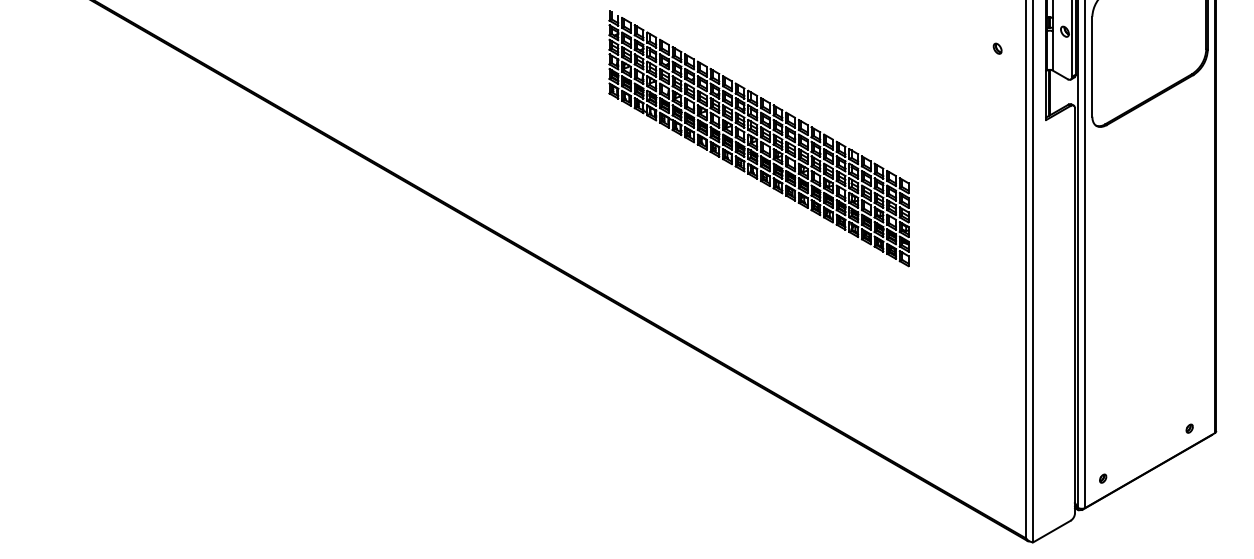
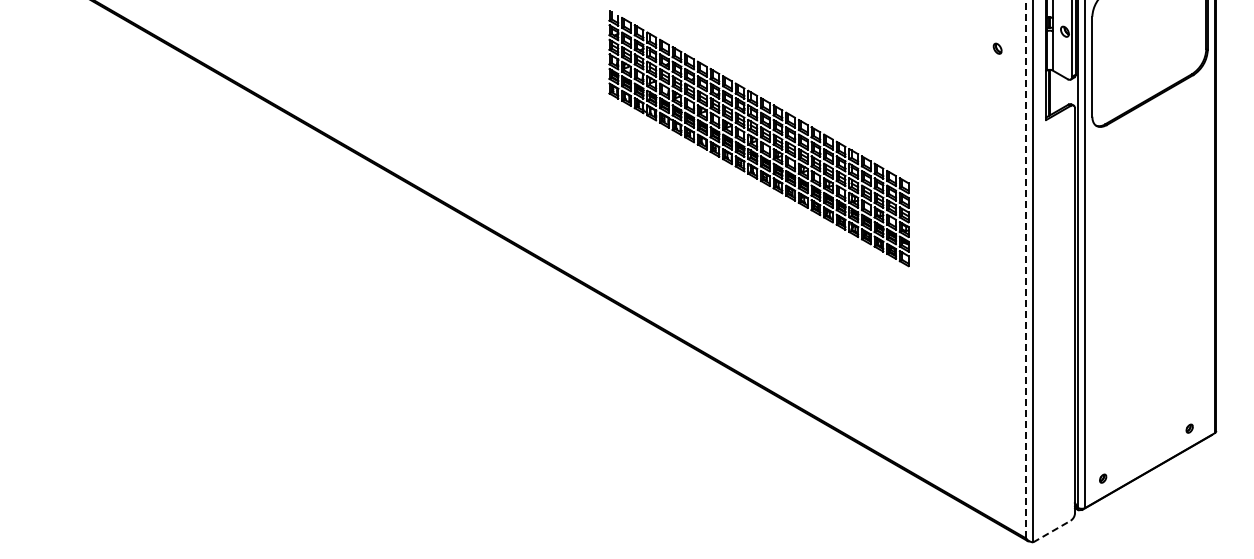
line at (1026, 269): solid -> dashed
line at (1051, 531): solid -> dashed
